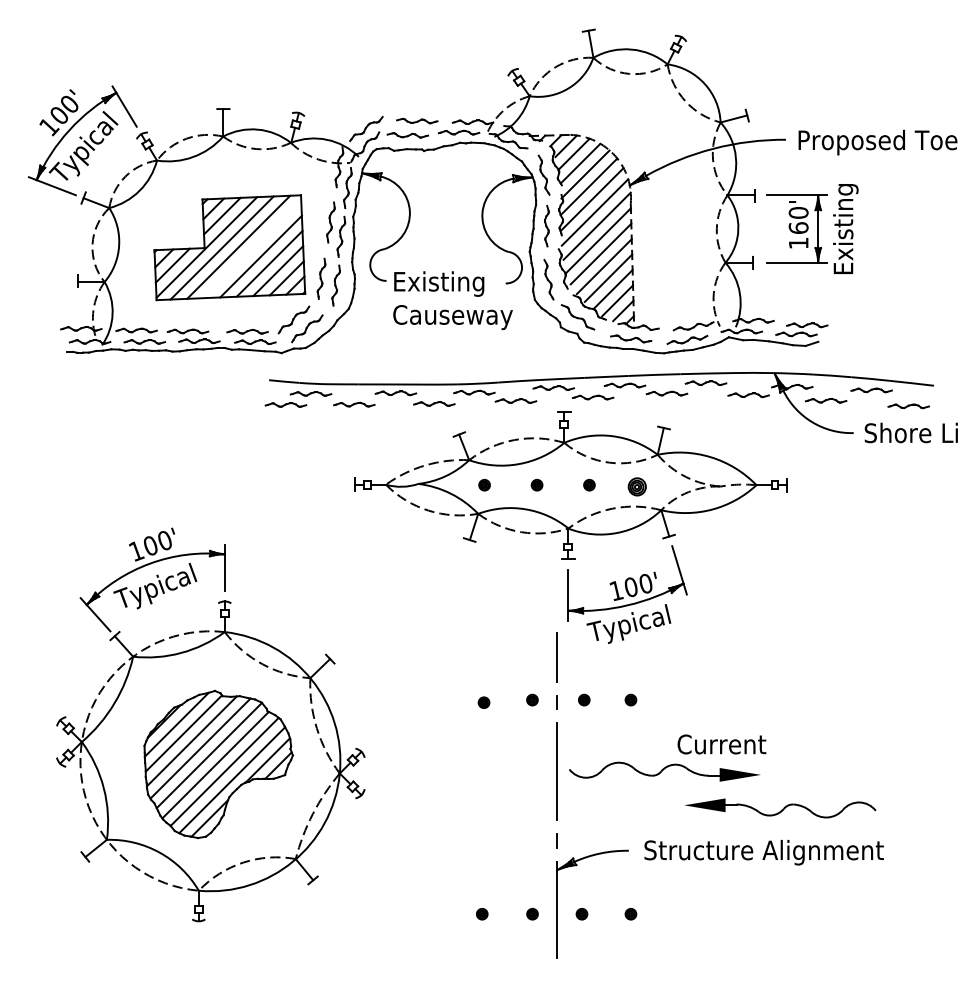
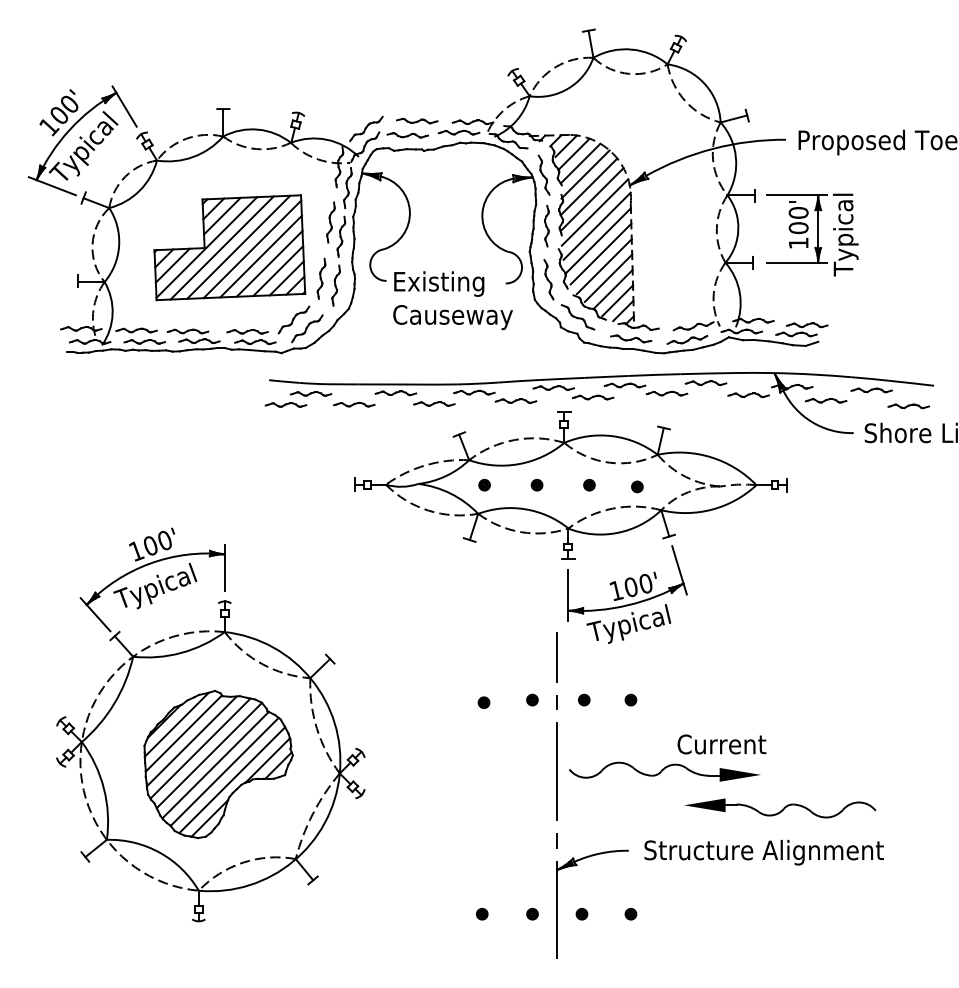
text at (798, 227): 160' -> 100'
text at (845, 230): Existing -> Typical
line at (252, 249): none -> present
part at (636, 486) size: 20x20 px -> 13x14 px
